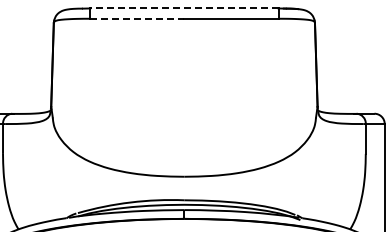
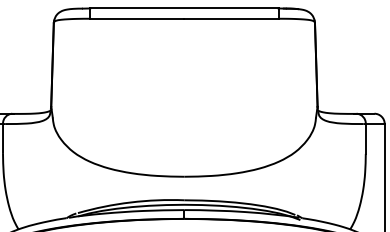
line at (183, 8): dashed -> solid
line at (137, 18): dashed -> solid
